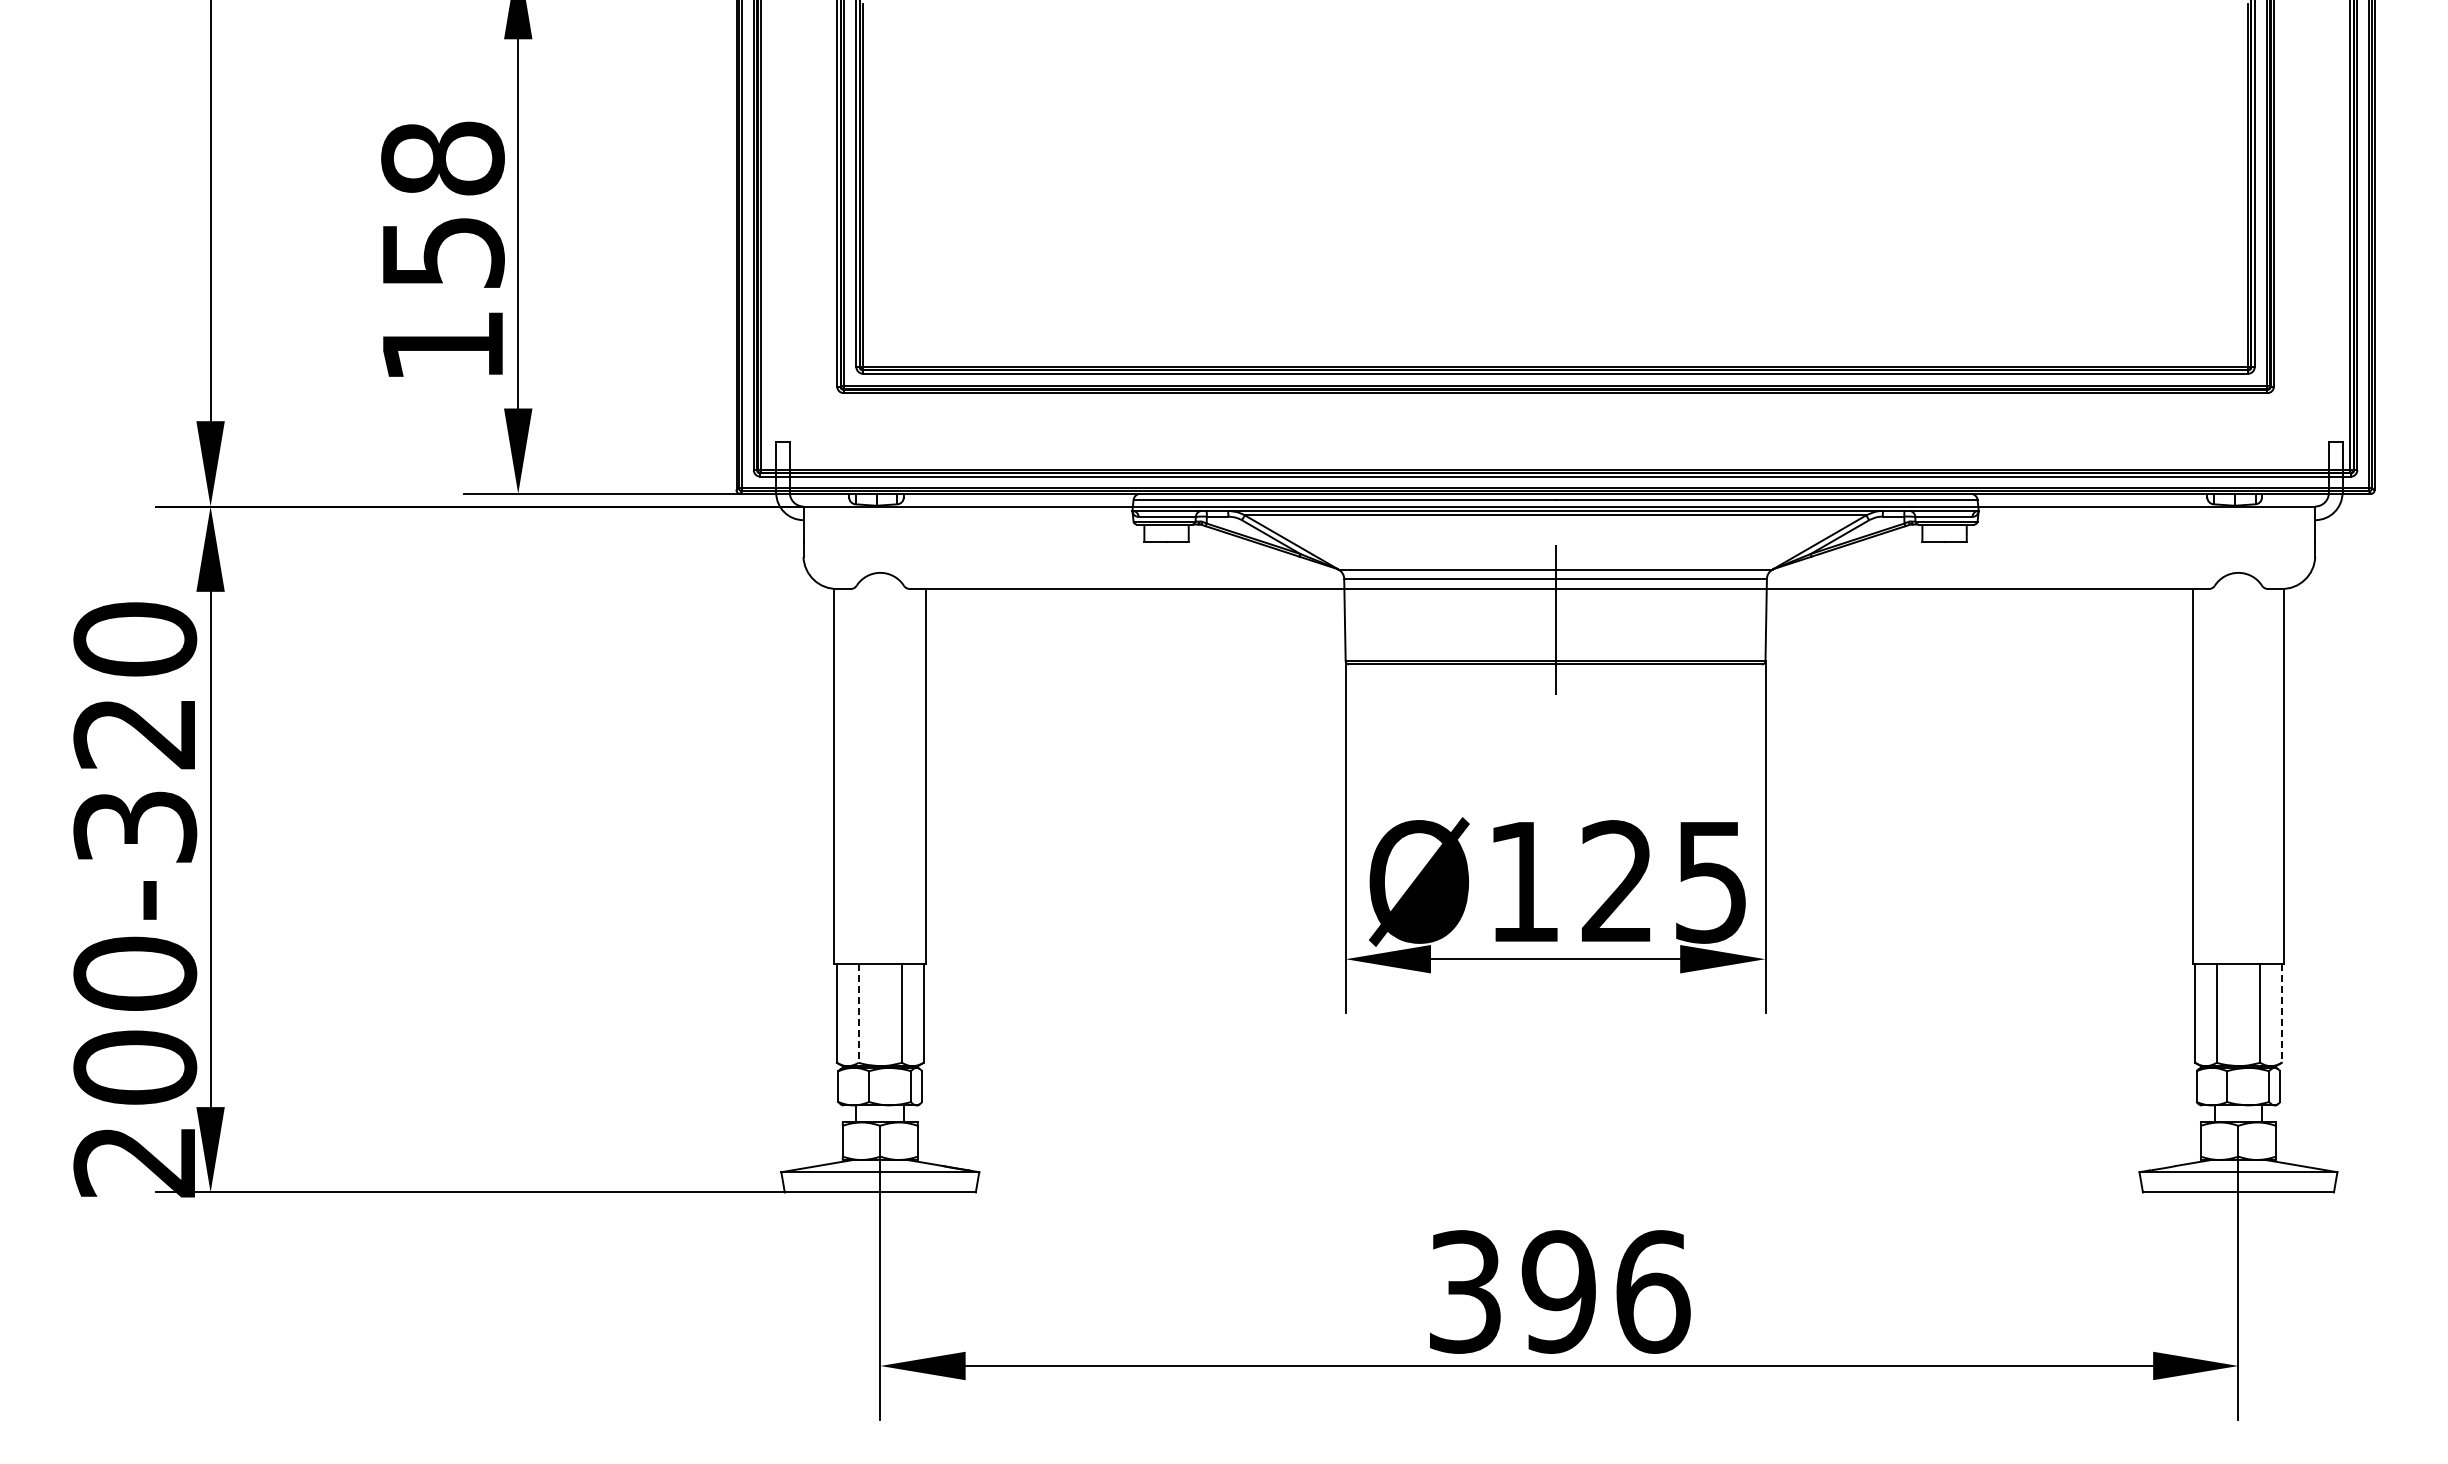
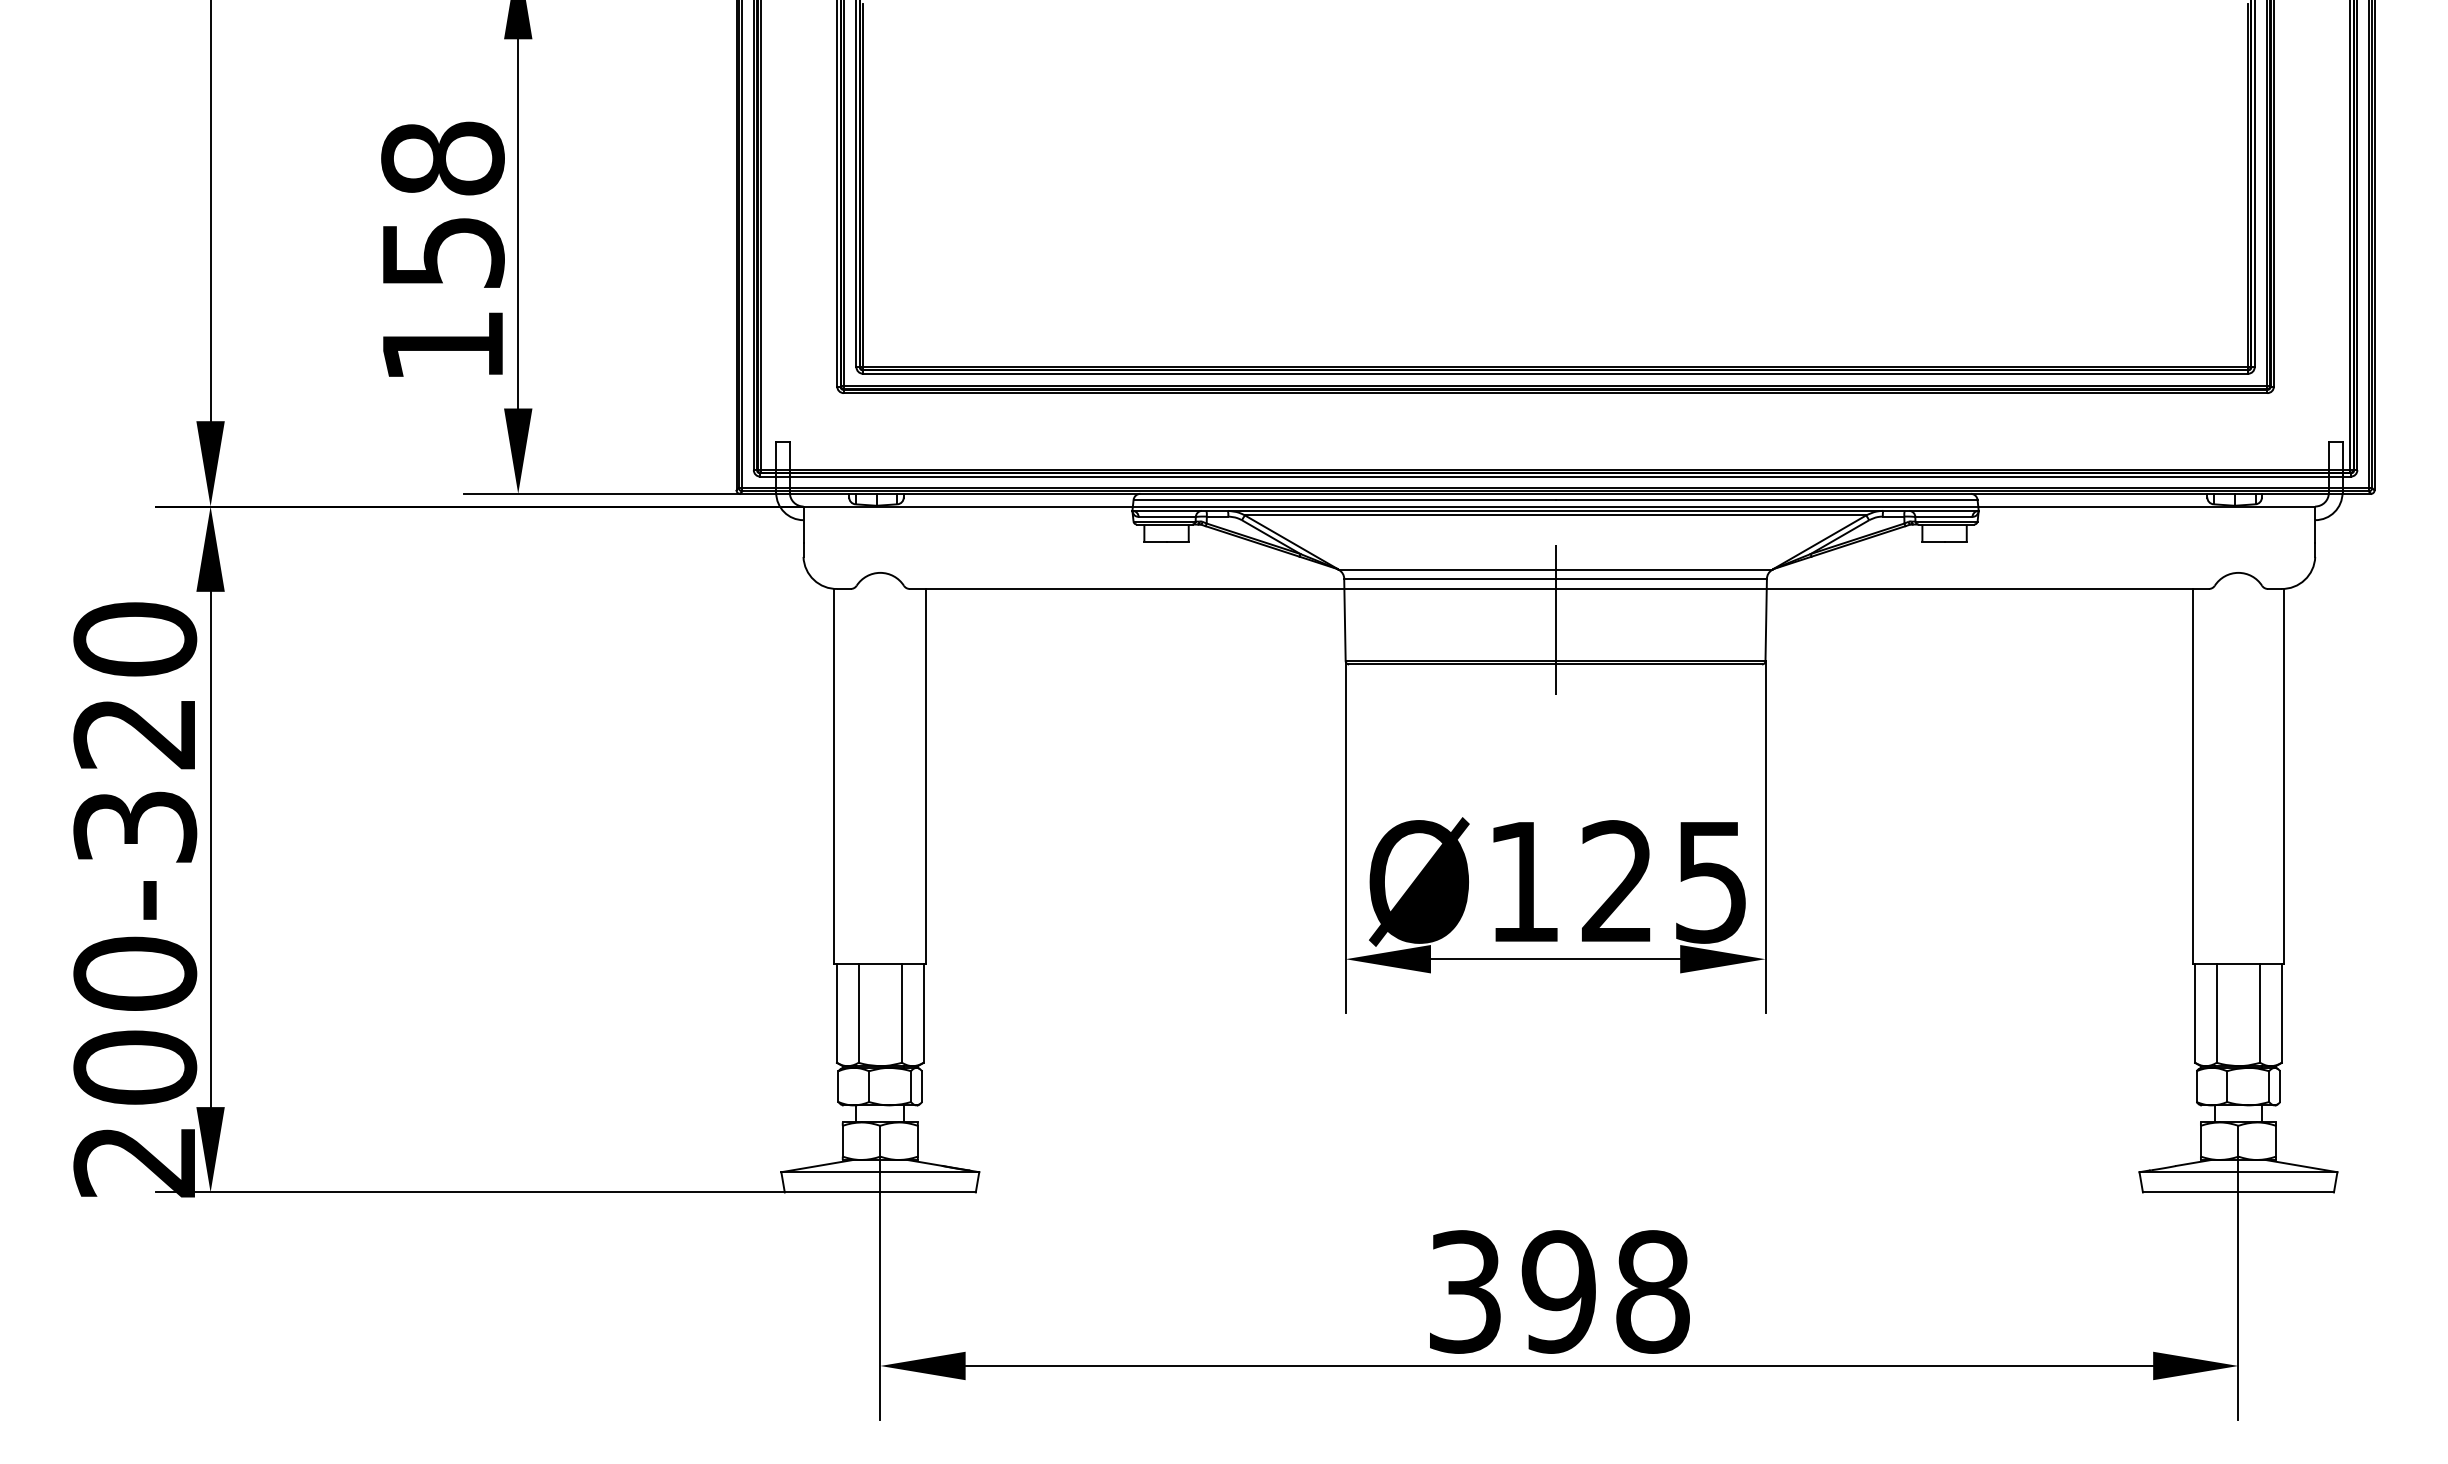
line at (858, 1013): dashed -> solid
line at (2281, 1013): dashed -> solid
text at (1653, 1291): 396 -> 398
